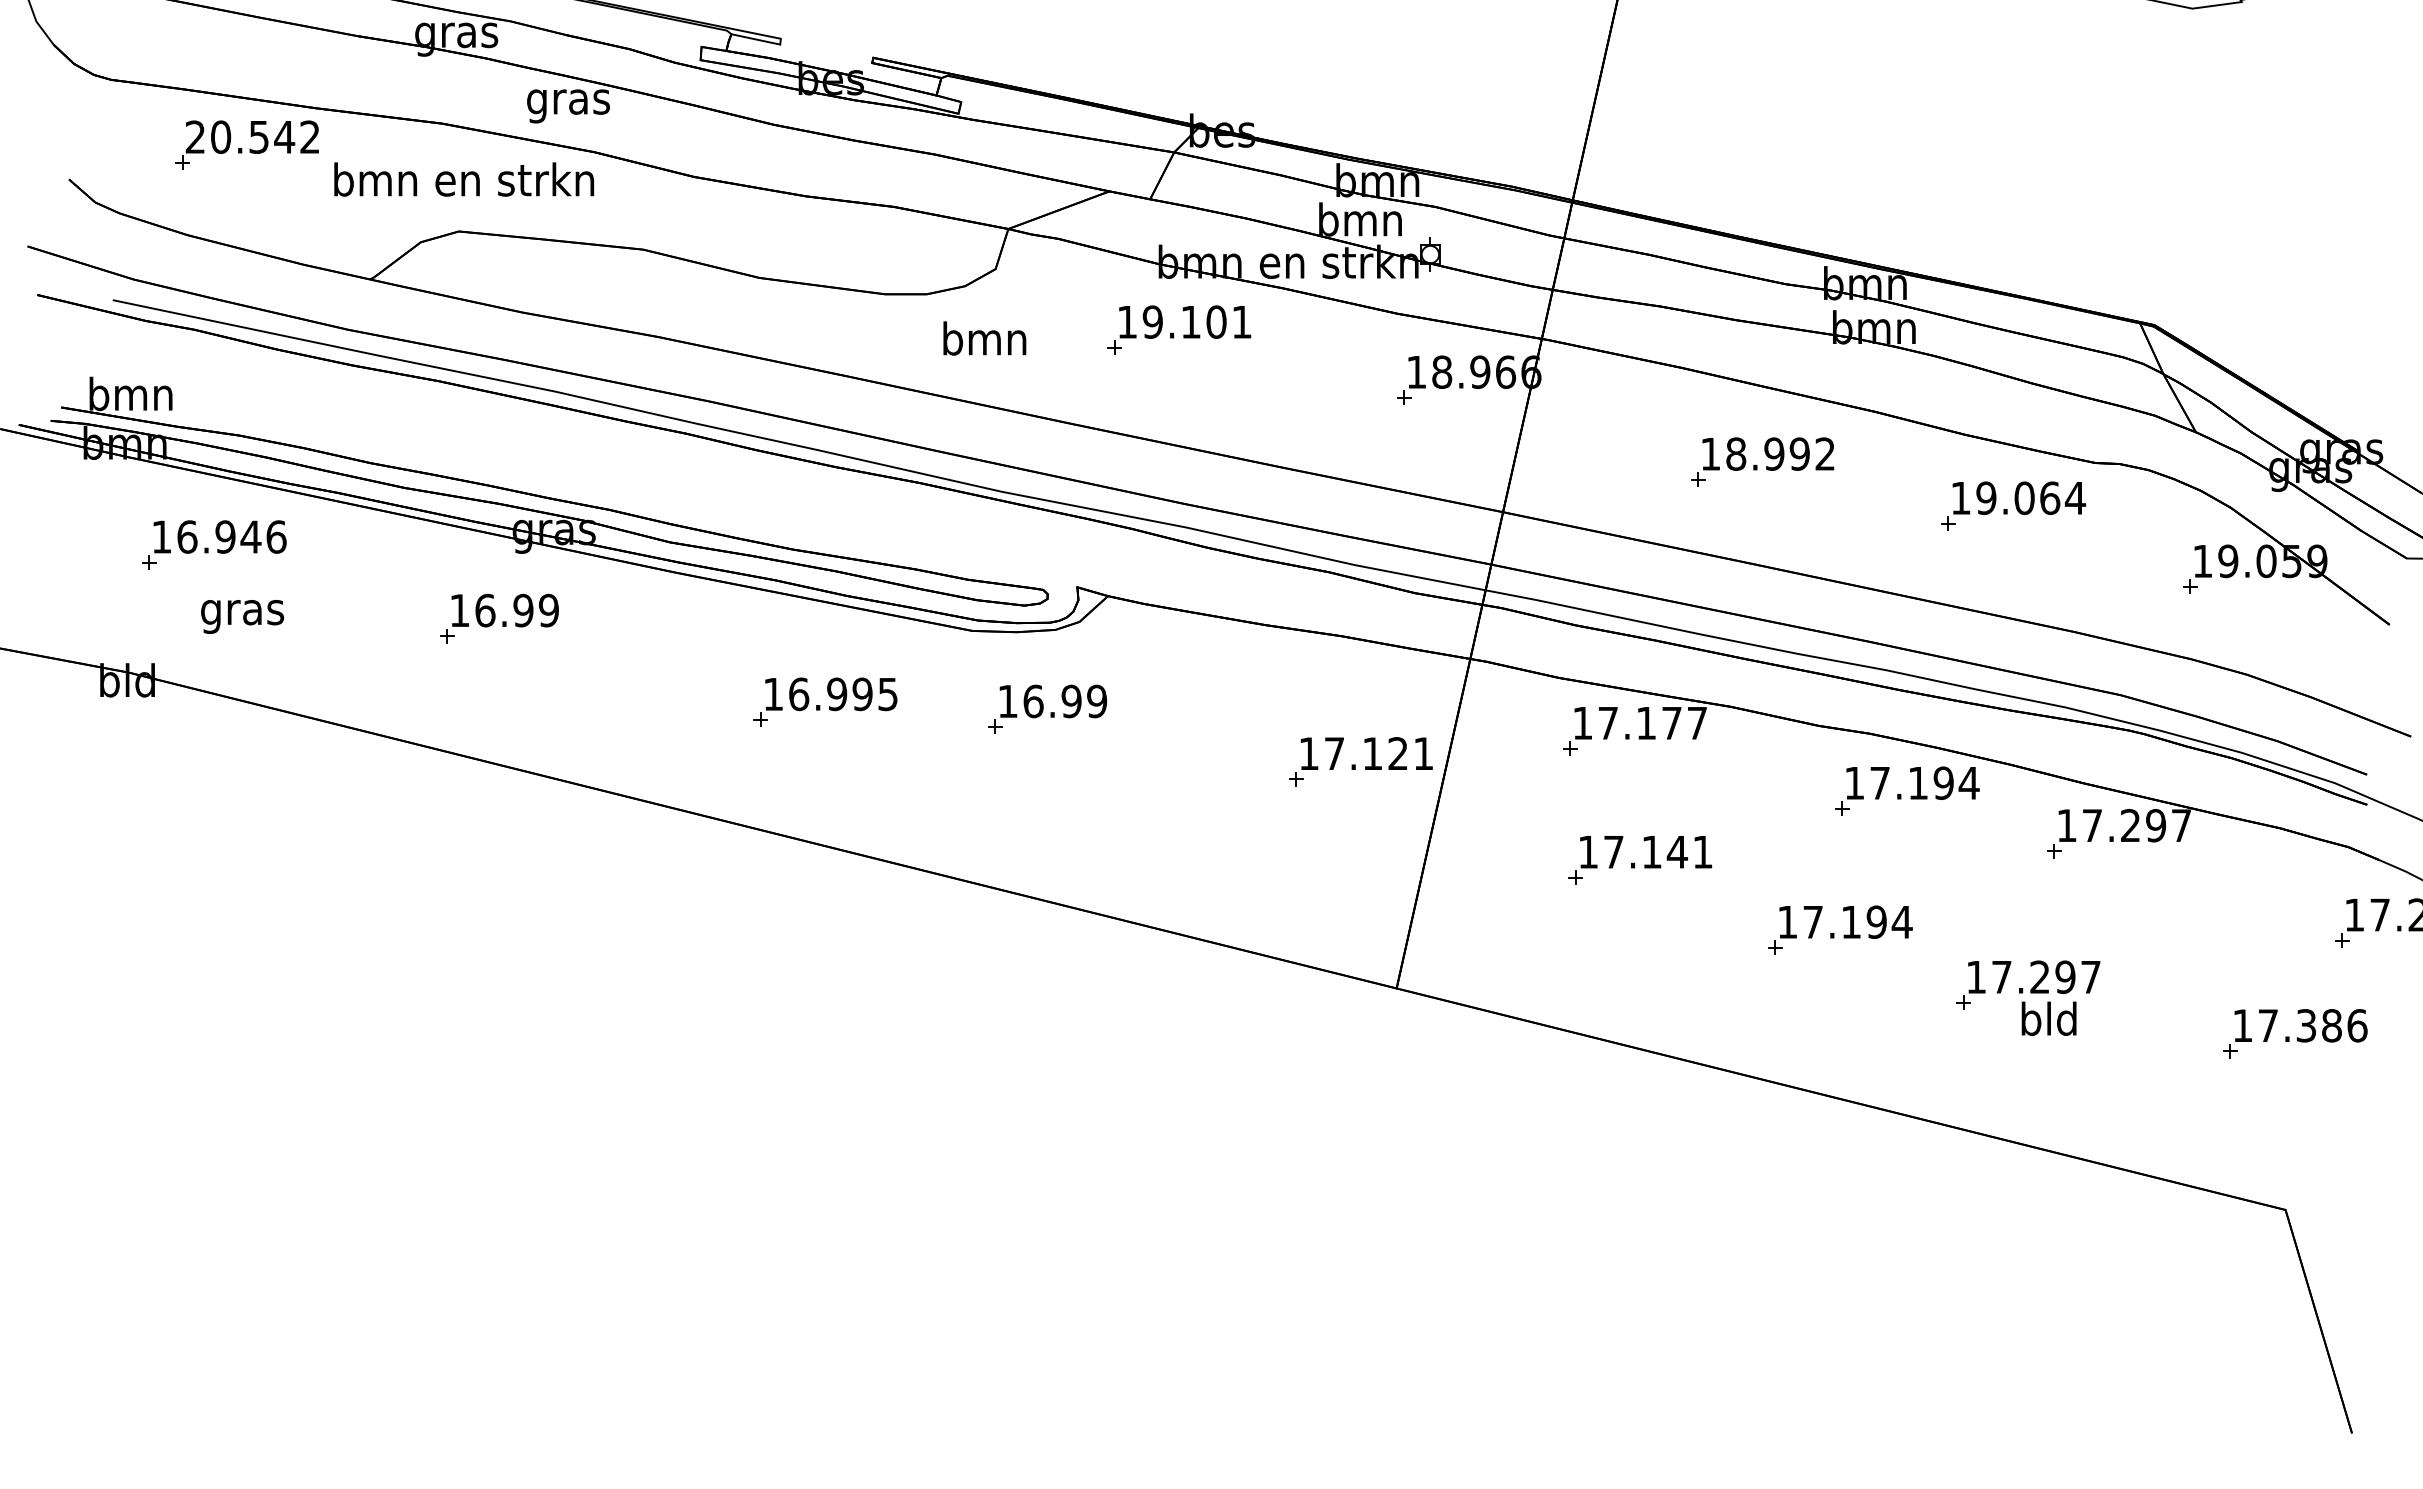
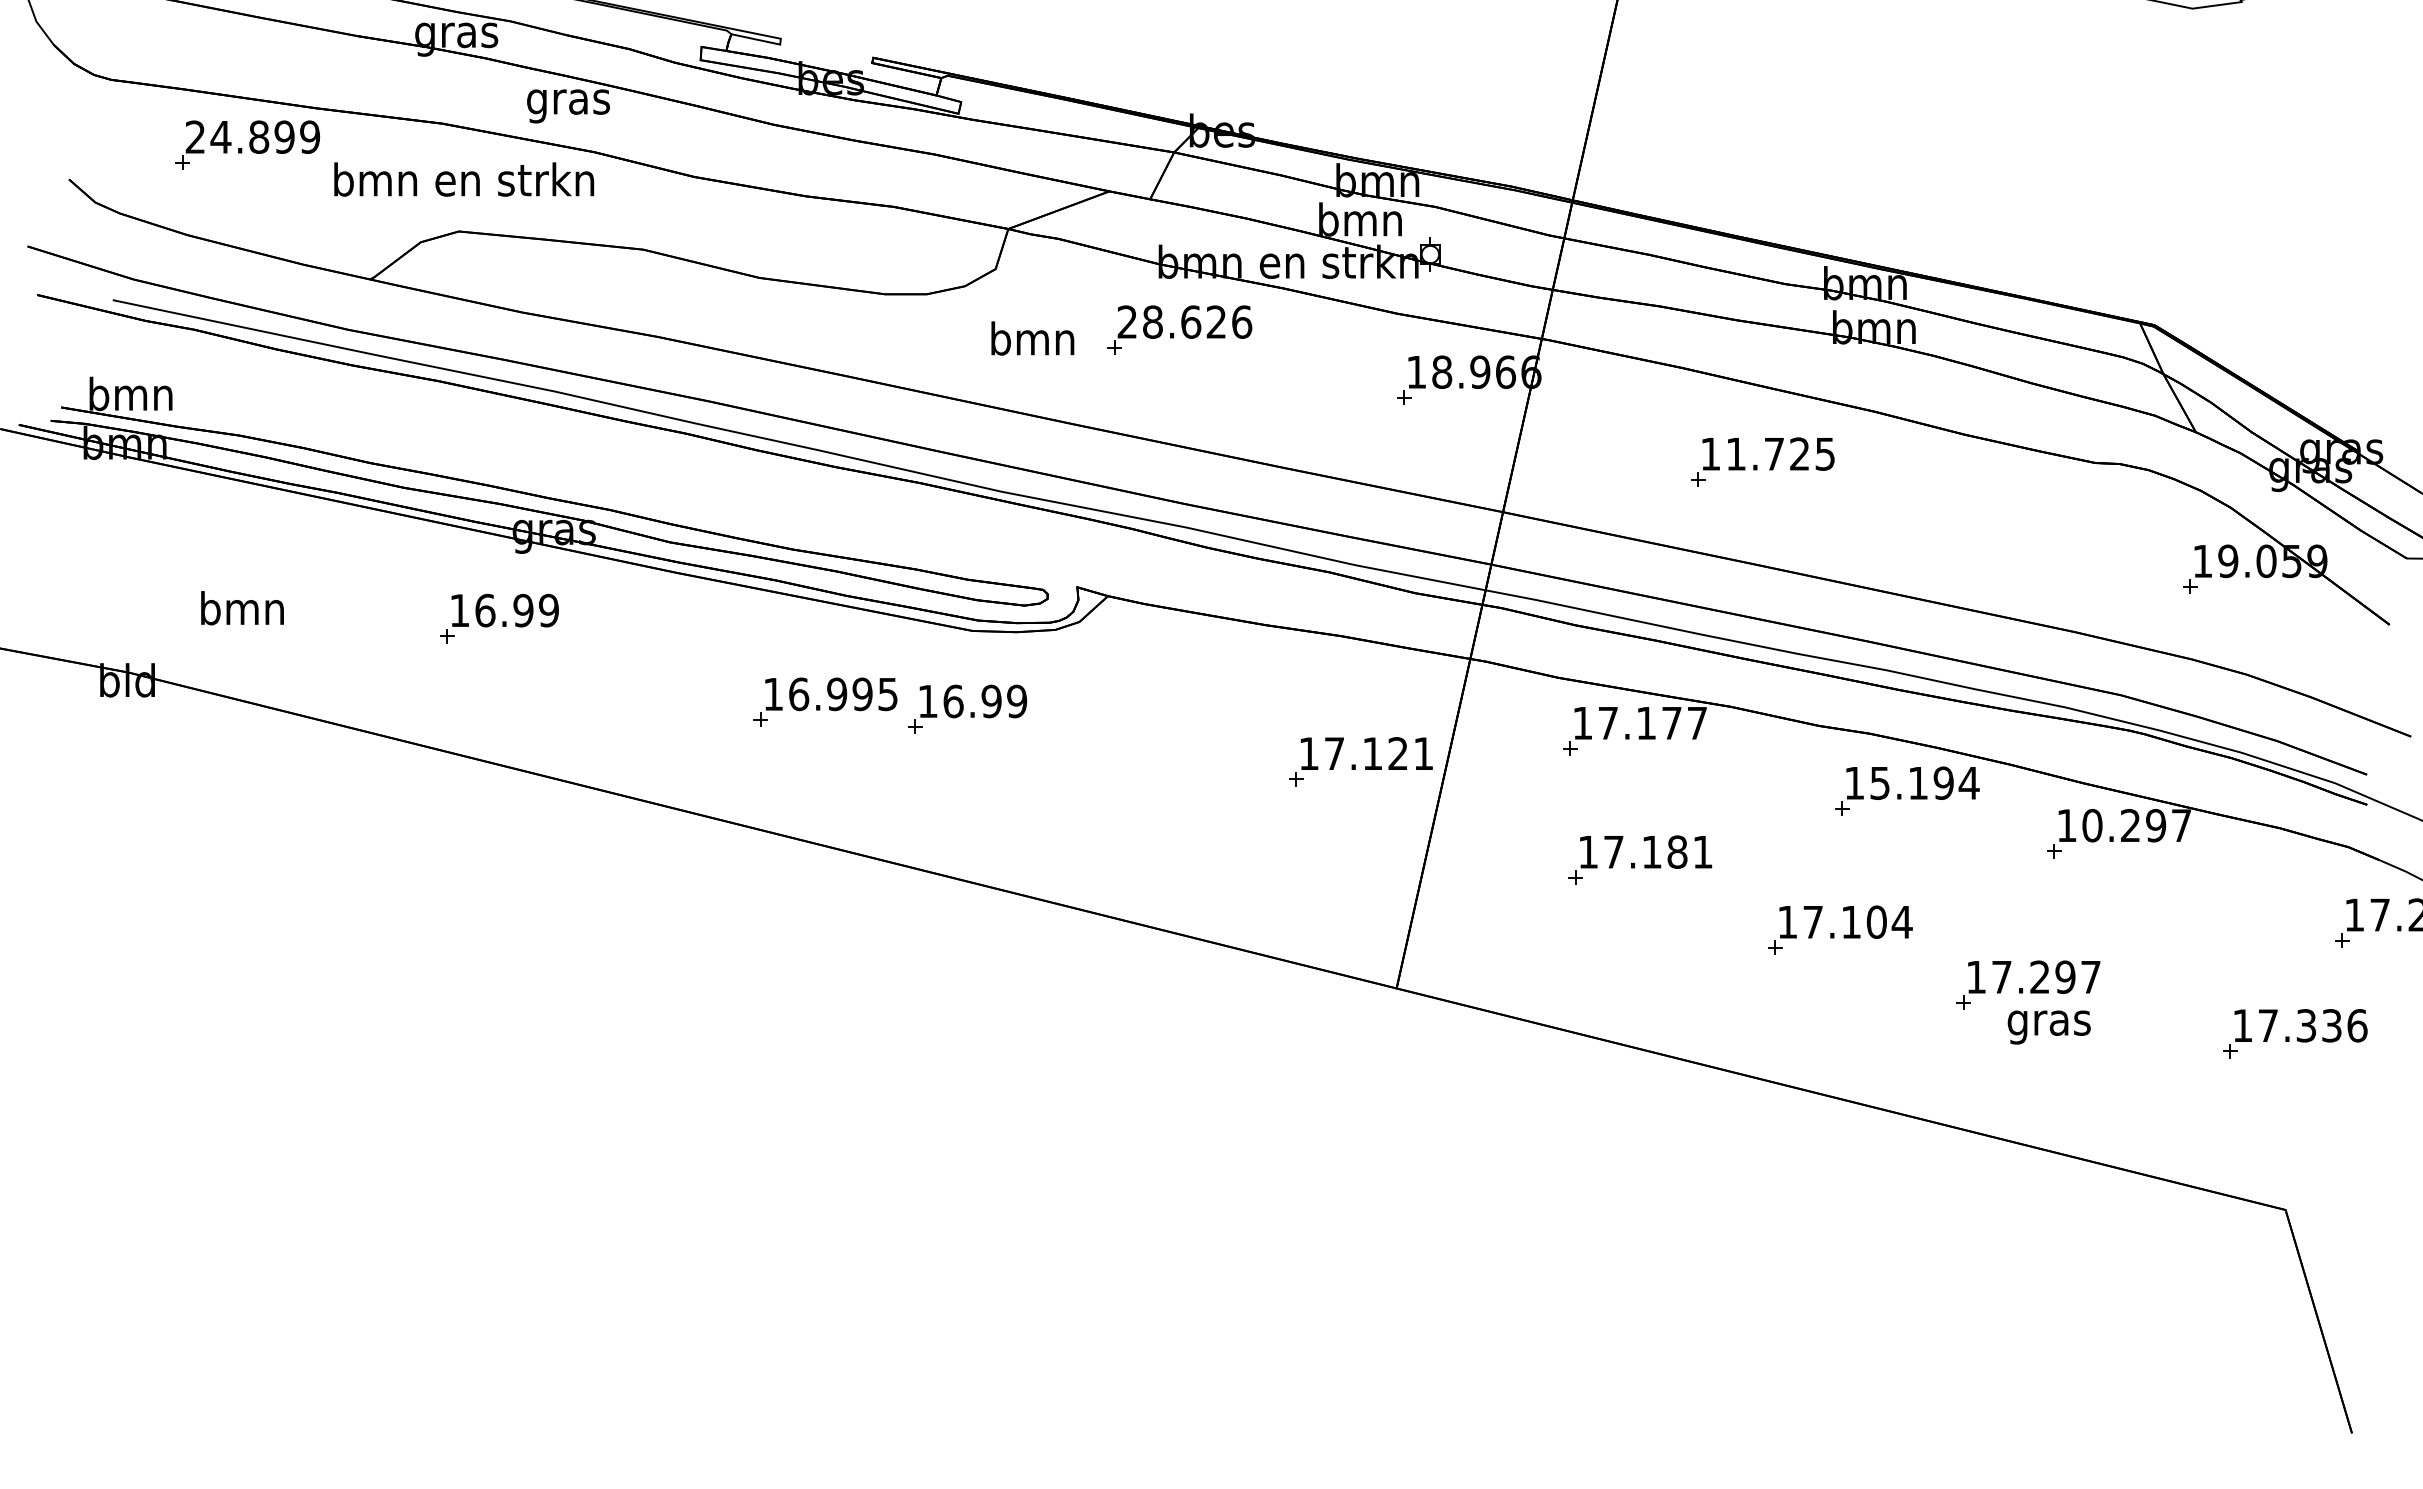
text at (265, 136): 20.542 -> 24.899
text at (1184, 321): 19.101 -> 28.626
text at (984, 338) position: (984, 338) -> (1032, 338)
text at (1780, 453): 18.992 -> 11.725
part at (2013, 505): present -> none
part at (214, 544): present -> none
text at (242, 612): gras -> bmn
part at (1047, 708) position: (1047, 708) -> (967, 708)
text at (1879, 783): 17.194 -> 15.194
text at (2092, 825): 17.297 -> 10.297
text at (1677, 851): 17.141 -> 17.181
text at (1876, 921): 17.194 -> 17.104
text at (2048, 1022): bld -> gras
text at (2331, 1025): 17.386 -> 17.336
